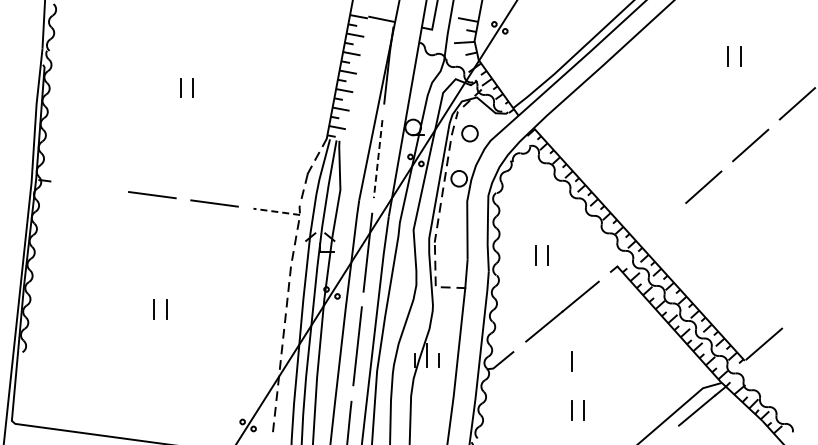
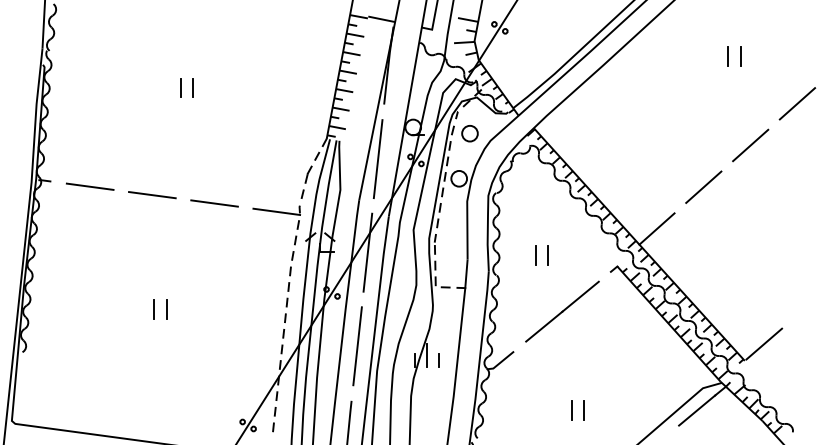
line at (378, 159): dashed -> solid
line at (89, 186): none -> present
line at (276, 211): dashed -> solid
line at (656, 228): none -> present
line at (571, 361): present -> none
